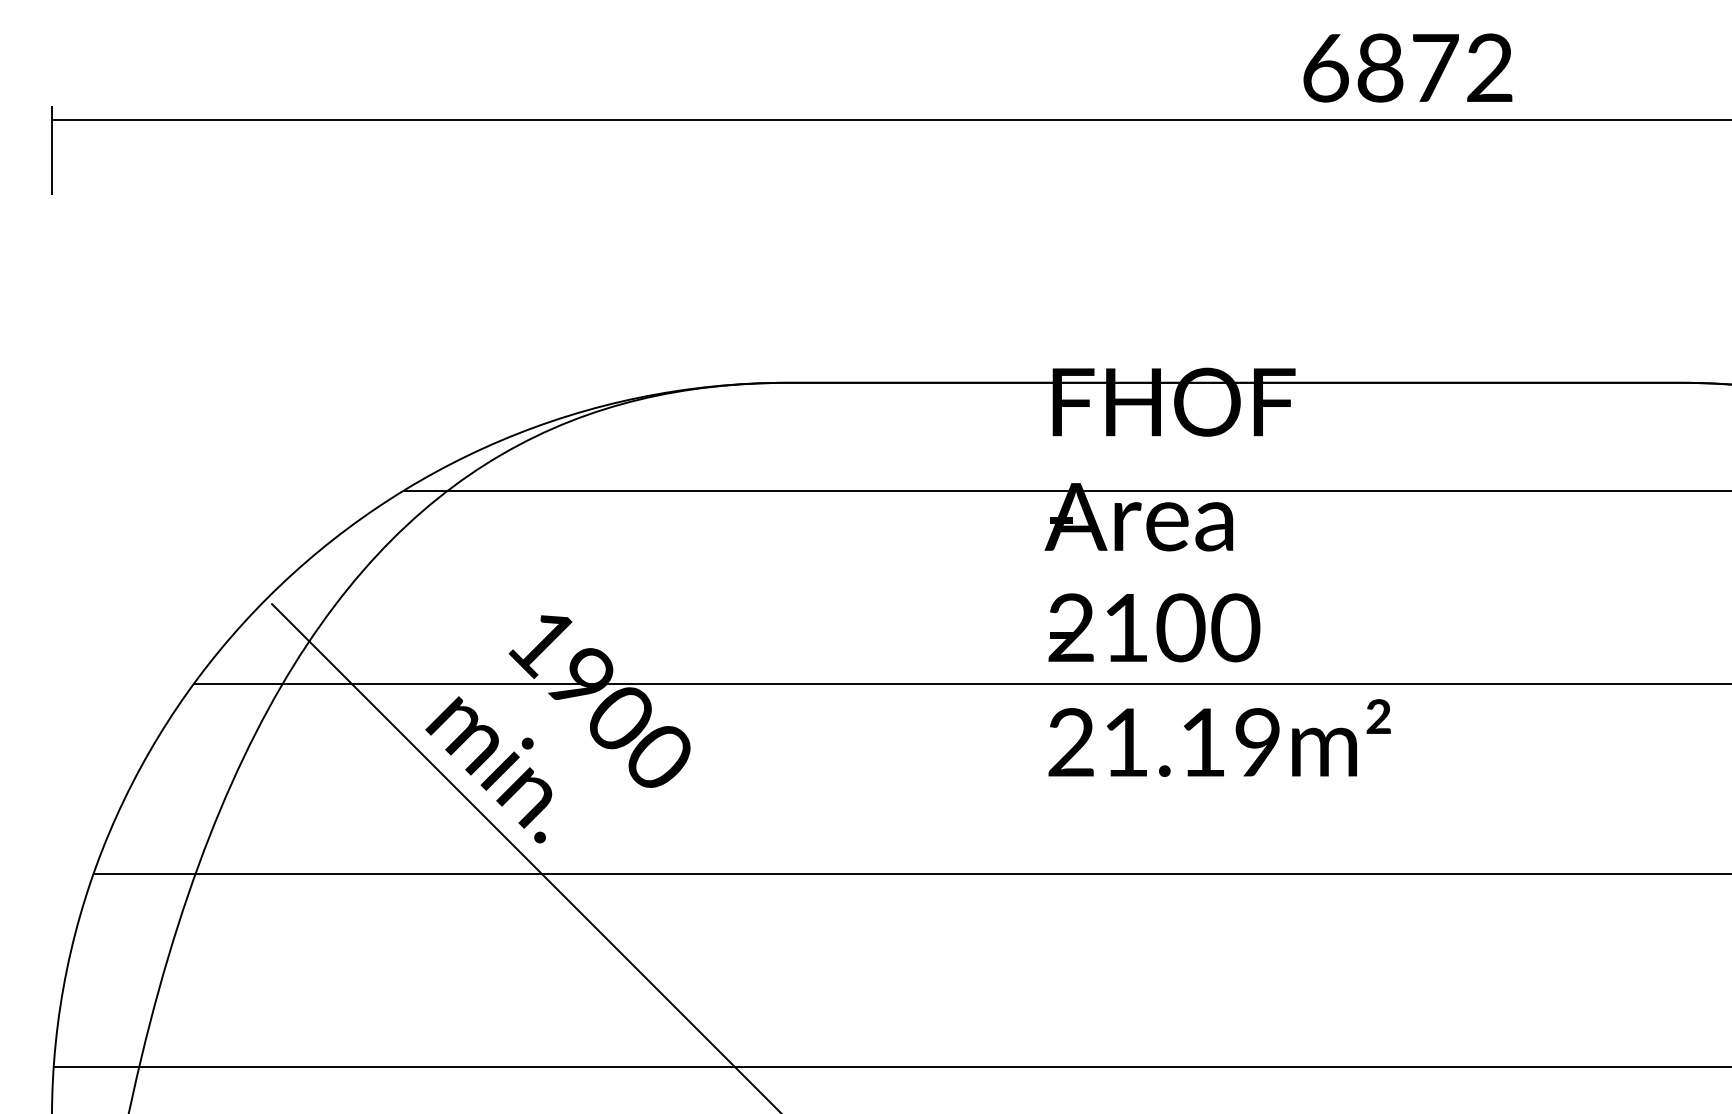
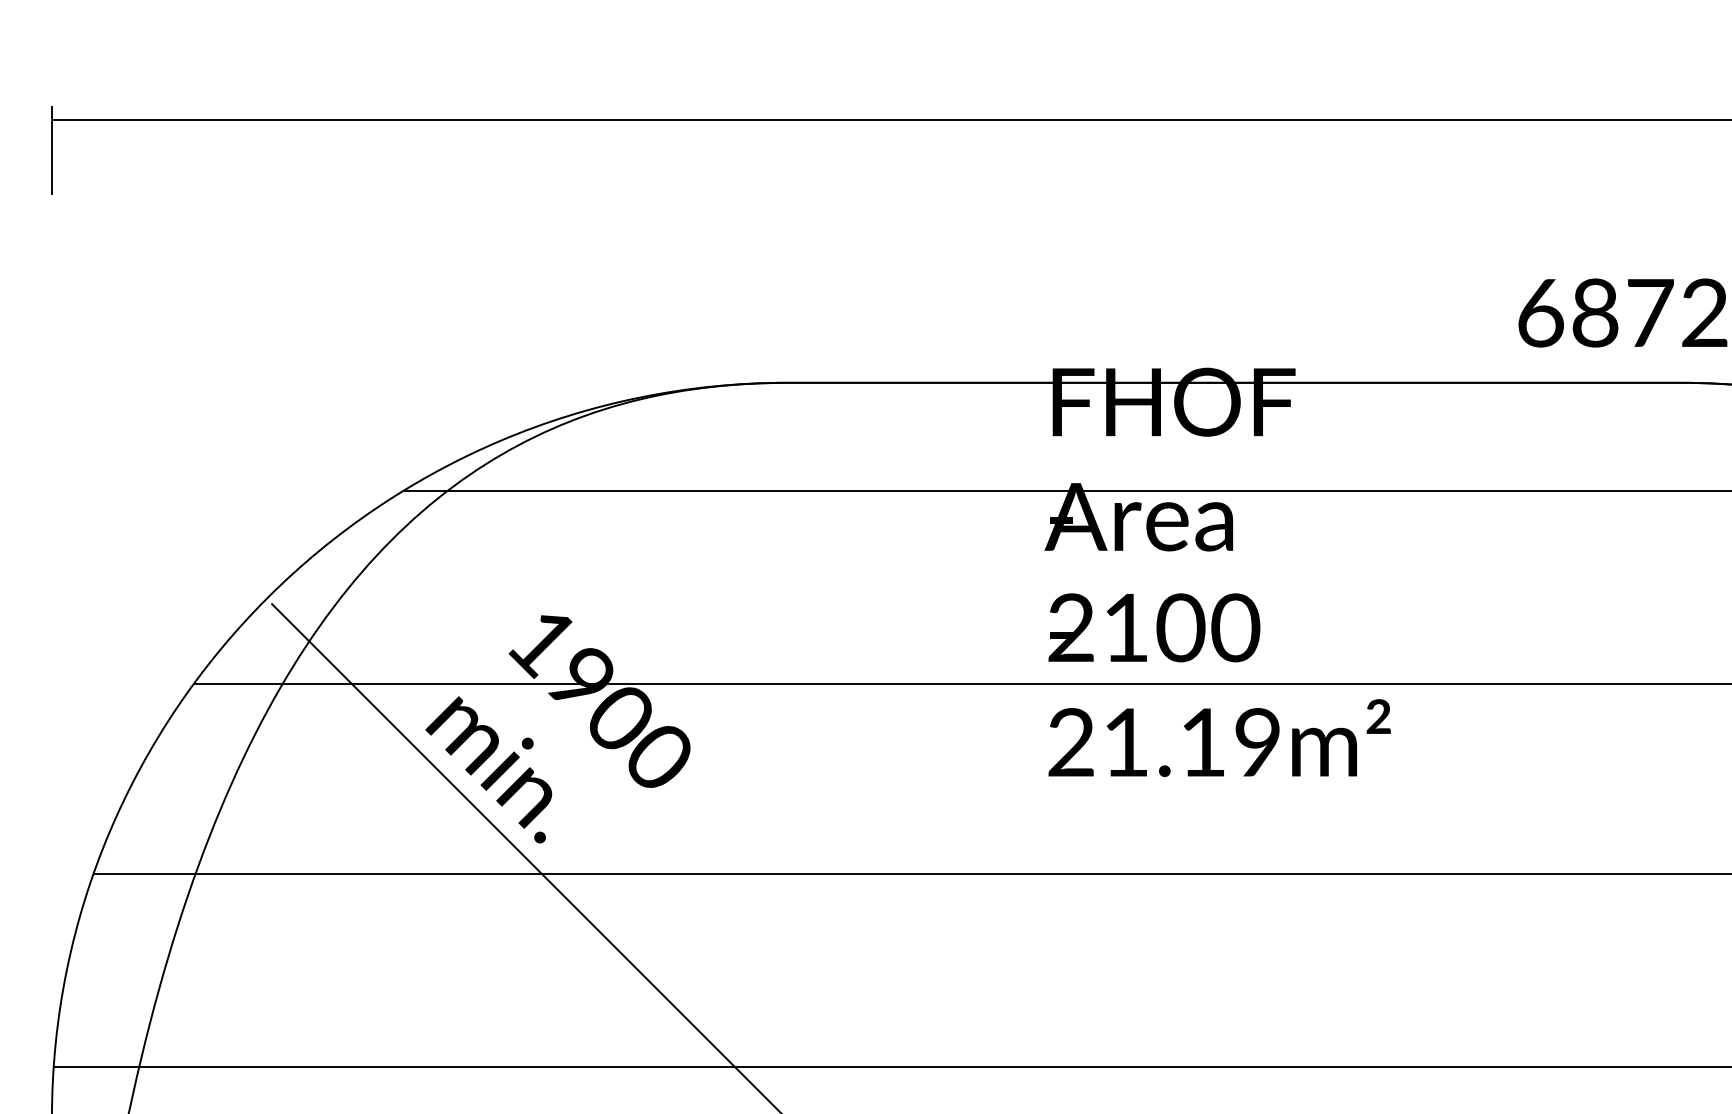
text at (1407, 67) position: (1407, 67) -> (1622, 312)
